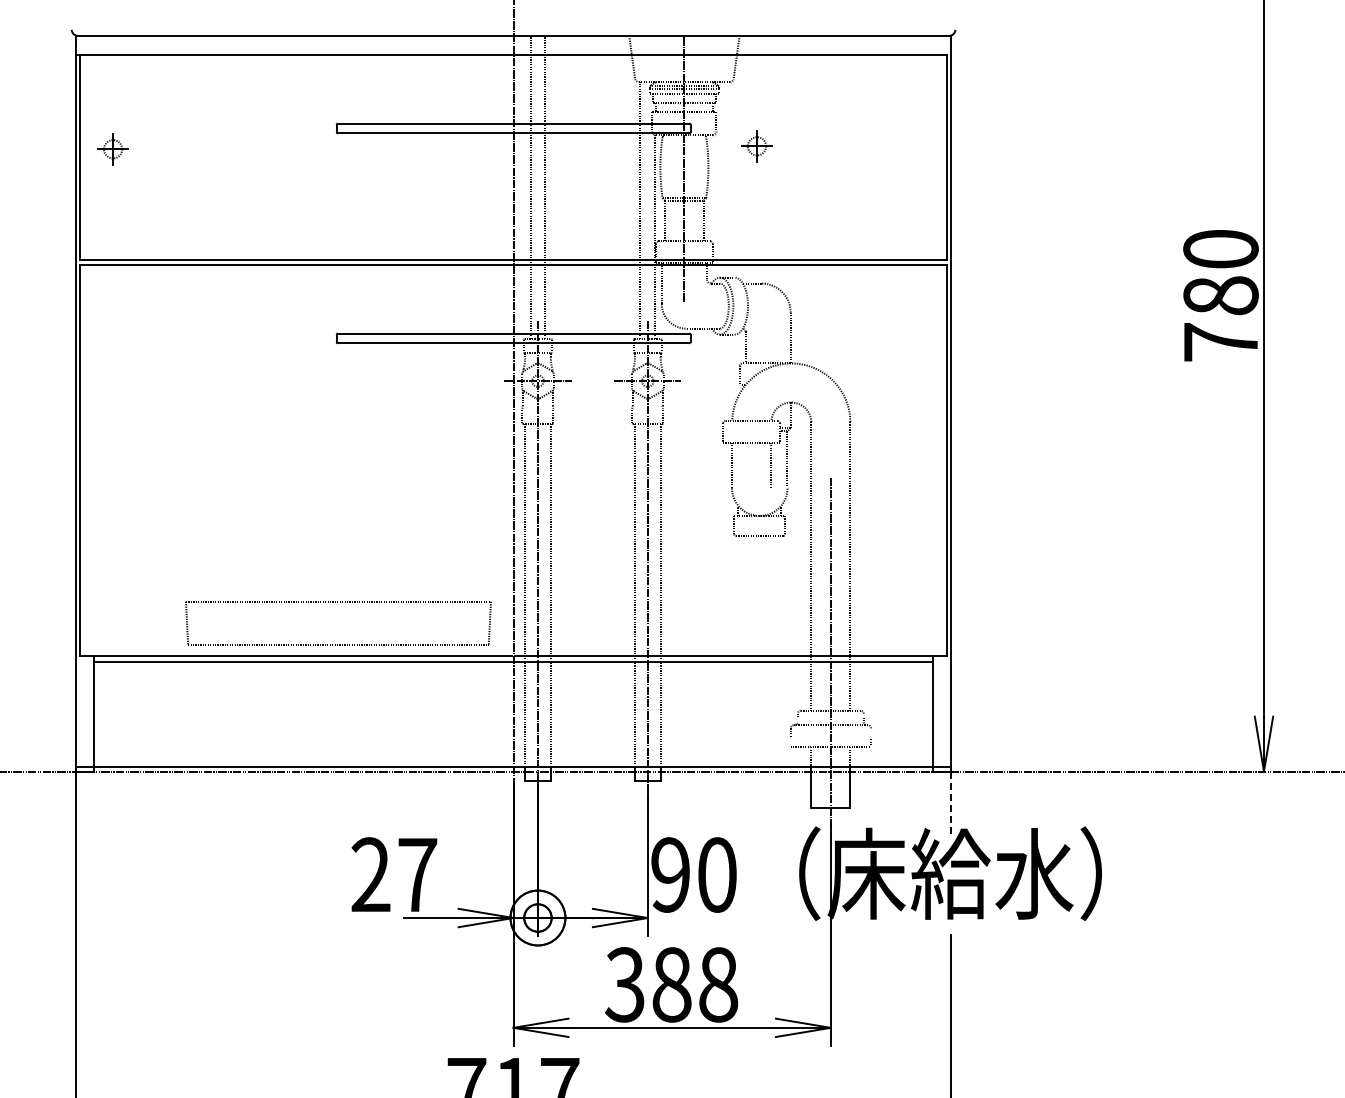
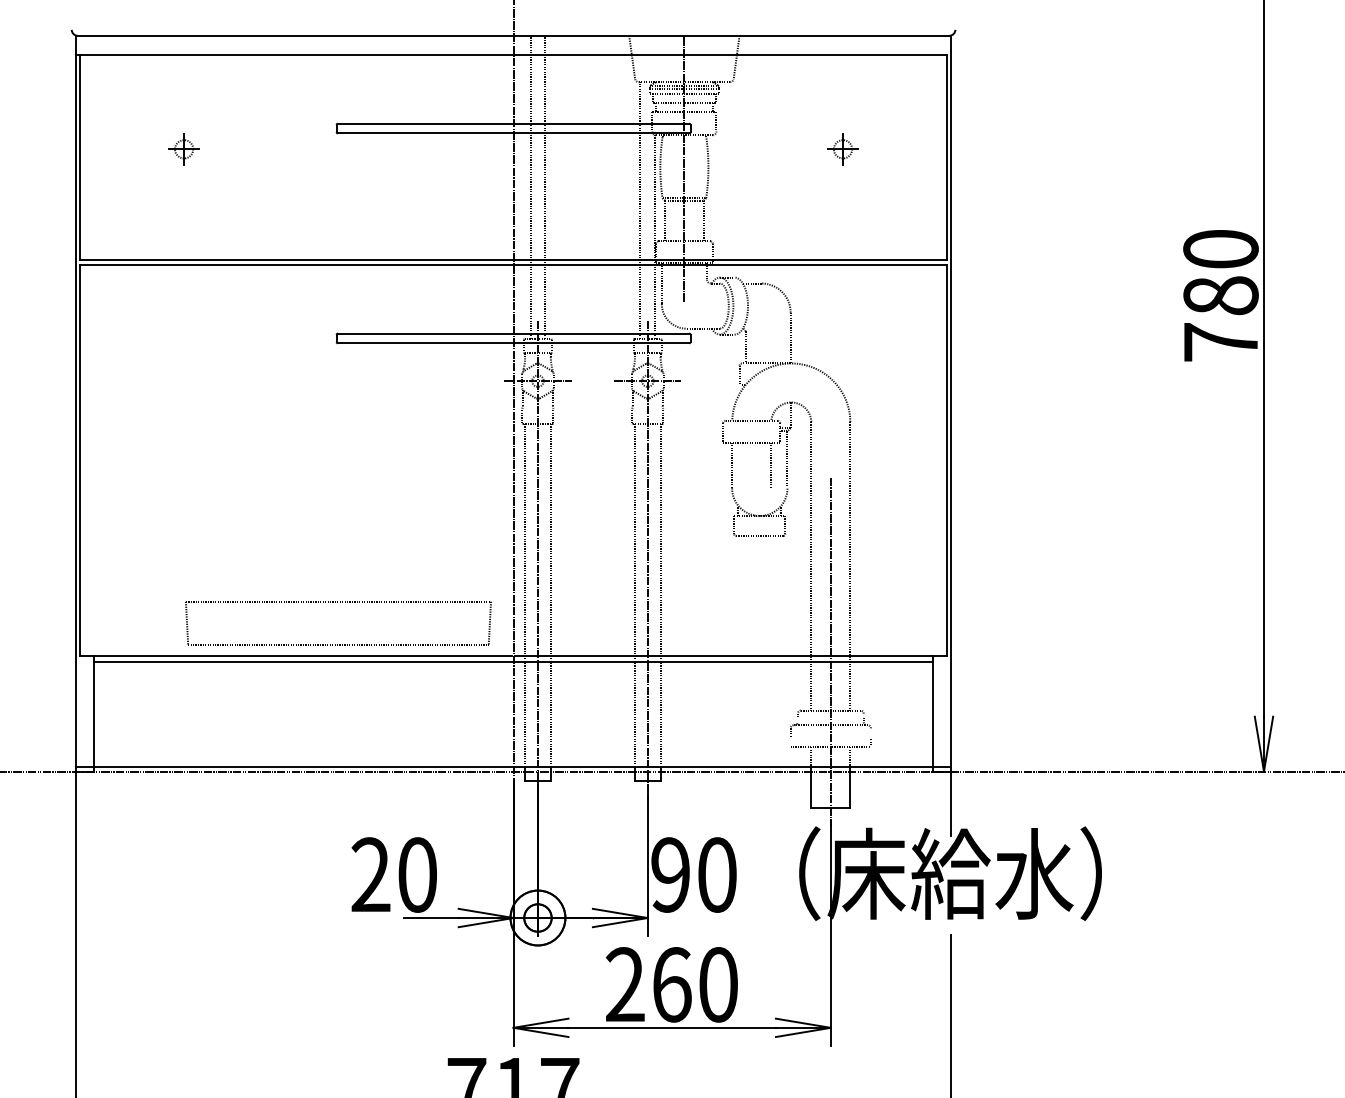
part at (756, 146) position: (756, 146) -> (842, 149)
part at (112, 149) position: (112, 149) -> (183, 149)
line at (951, 804): dashed -> solid
text at (417, 874): 27 -> 20
text at (671, 984): 388 -> 260
